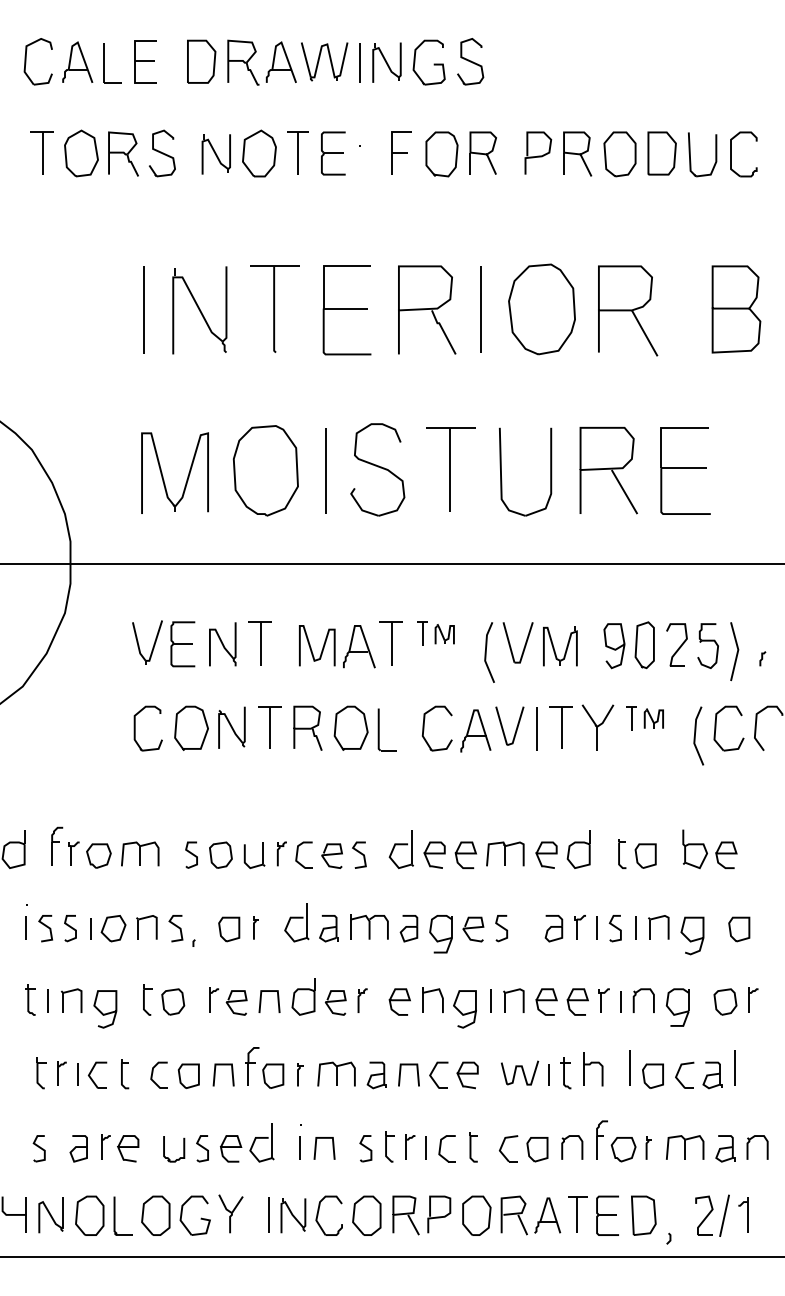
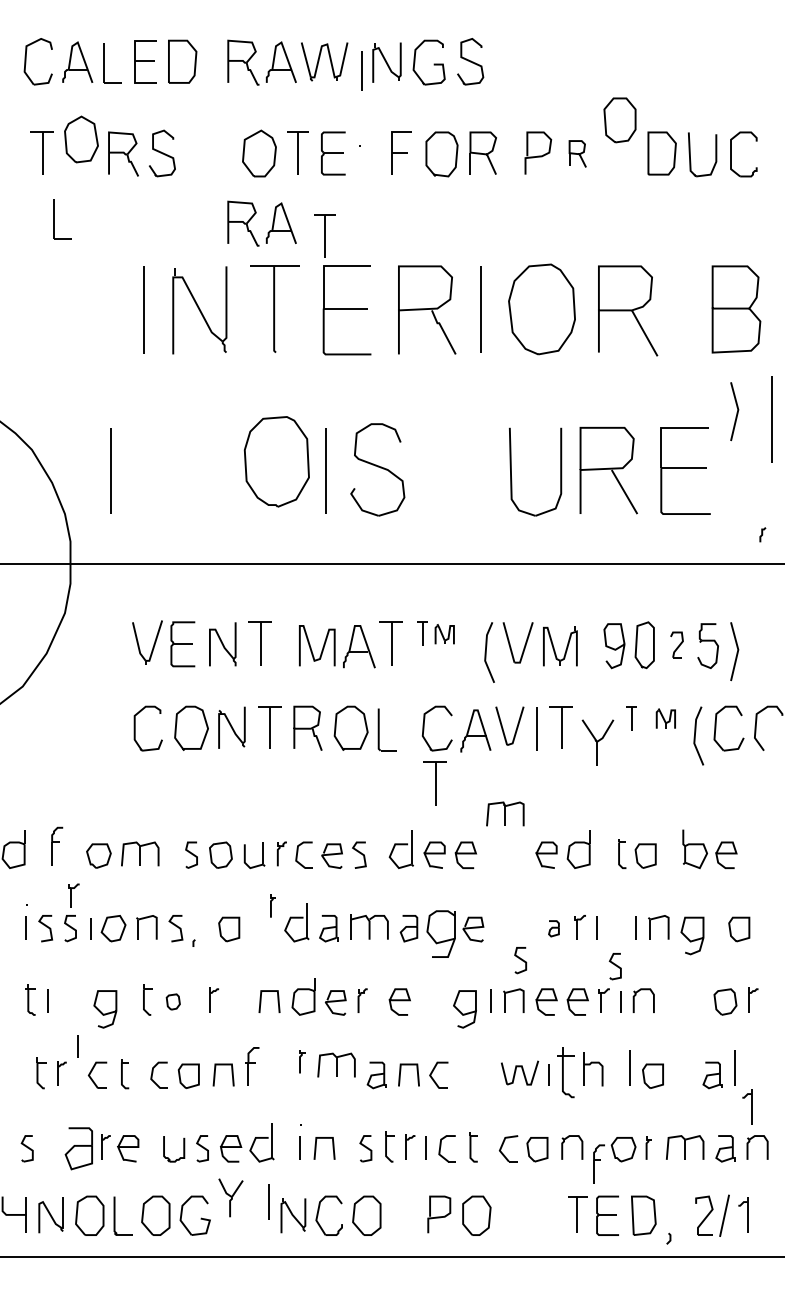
part at (201, 61) position: (201, 61) -> (182, 61)
line at (359, 62) position: (359, 62) -> (361, 70)
part at (81, 153) position: (81, 153) -> (81, 139)
part at (577, 153) size: 30x46 px -> 19x28 px
part at (215, 154): present -> none
part at (619, 154) position: (619, 154) -> (619, 120)
part at (253, 217): none -> present
part at (54, 219): none -> present
part at (324, 235): none -> present
line at (736, 412): none -> present
line at (771, 419): none -> present
part at (450, 469): present -> none
line at (110, 470): none -> present
part at (265, 470) position: (265, 470) -> (276, 461)
part at (501, 471) position: (501, 471) -> (511, 471)
part at (163, 476): present -> none
part at (676, 644) size: 22x44 px -> 14x28 px
curve at (762, 658) position: (762, 658) -> (762, 534)
part at (653, 718) position: (653, 718) -> (665, 718)
part at (597, 727) position: (597, 727) -> (597, 742)
part at (434, 783): none -> present
part at (73, 853) position: (73, 853) -> (73, 895)
part at (505, 853) position: (505, 853) -> (505, 813)
part at (255, 927) position: (255, 927) -> (272, 905)
part at (501, 928) position: (501, 928) -> (520, 960)
part at (553, 928) size: 20x28 px -> 12x18 px
part at (614, 928) position: (614, 928) -> (614, 966)
part at (440, 934) size: 24x39 px -> 30x48 px
part at (430, 992): present -> none
part at (63, 1000): present -> none
part at (173, 1001) size: 25x28 px -> 16x18 px
curve at (236, 1002): present -> none
part at (677, 1007): present -> none
part at (336, 1073) position: (336, 1073) -> (336, 1064)
part at (565, 1073) size: 12x33 px -> 18x52 px
line at (77, 1074) position: (77, 1074) -> (77, 1046)
part at (300, 1074) position: (300, 1074) -> (302, 1061)
curve at (467, 1074): present -> none
part at (684, 1074): present -> none
part at (273, 1075): present -> none
part at (747, 1106): none -> present
part at (601, 1139) position: (601, 1139) -> (598, 1163)
part at (38, 1148) position: (38, 1148) -> (26, 1148)
part at (78, 1148) size: 19x28 px -> 29x44 px
part at (523, 1212): present -> none
part at (230, 1213) position: (230, 1213) -> (230, 1197)
line at (268, 1214) position: (268, 1214) -> (268, 1201)
part at (405, 1215): present -> none
